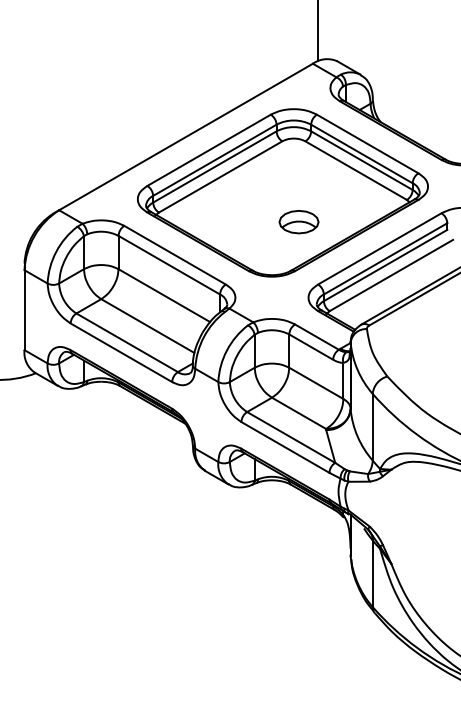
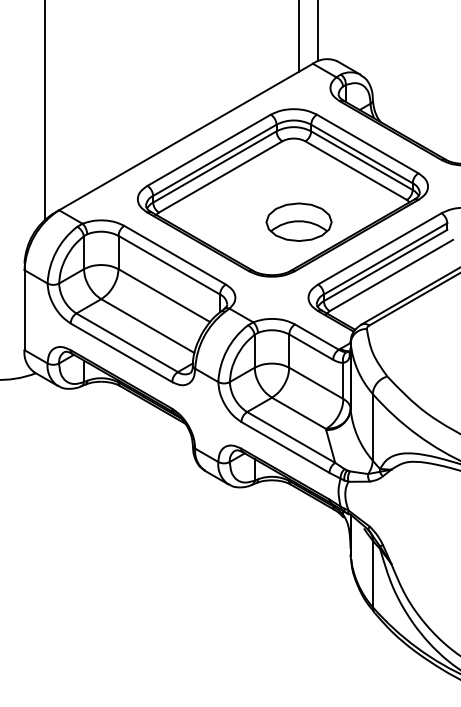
line at (299, 36): none -> present
line at (45, 110): none -> present
part at (298, 222) size: 42x25 px -> 68x40 px
